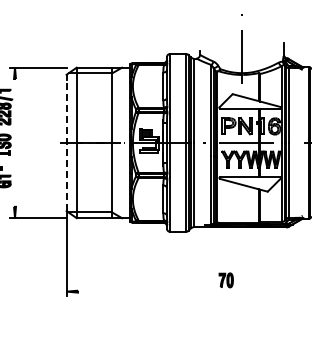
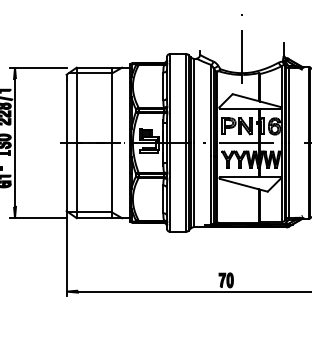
line at (15, 142): none -> present
line at (66, 145): dashed -> solid
line at (192, 291): none -> present
